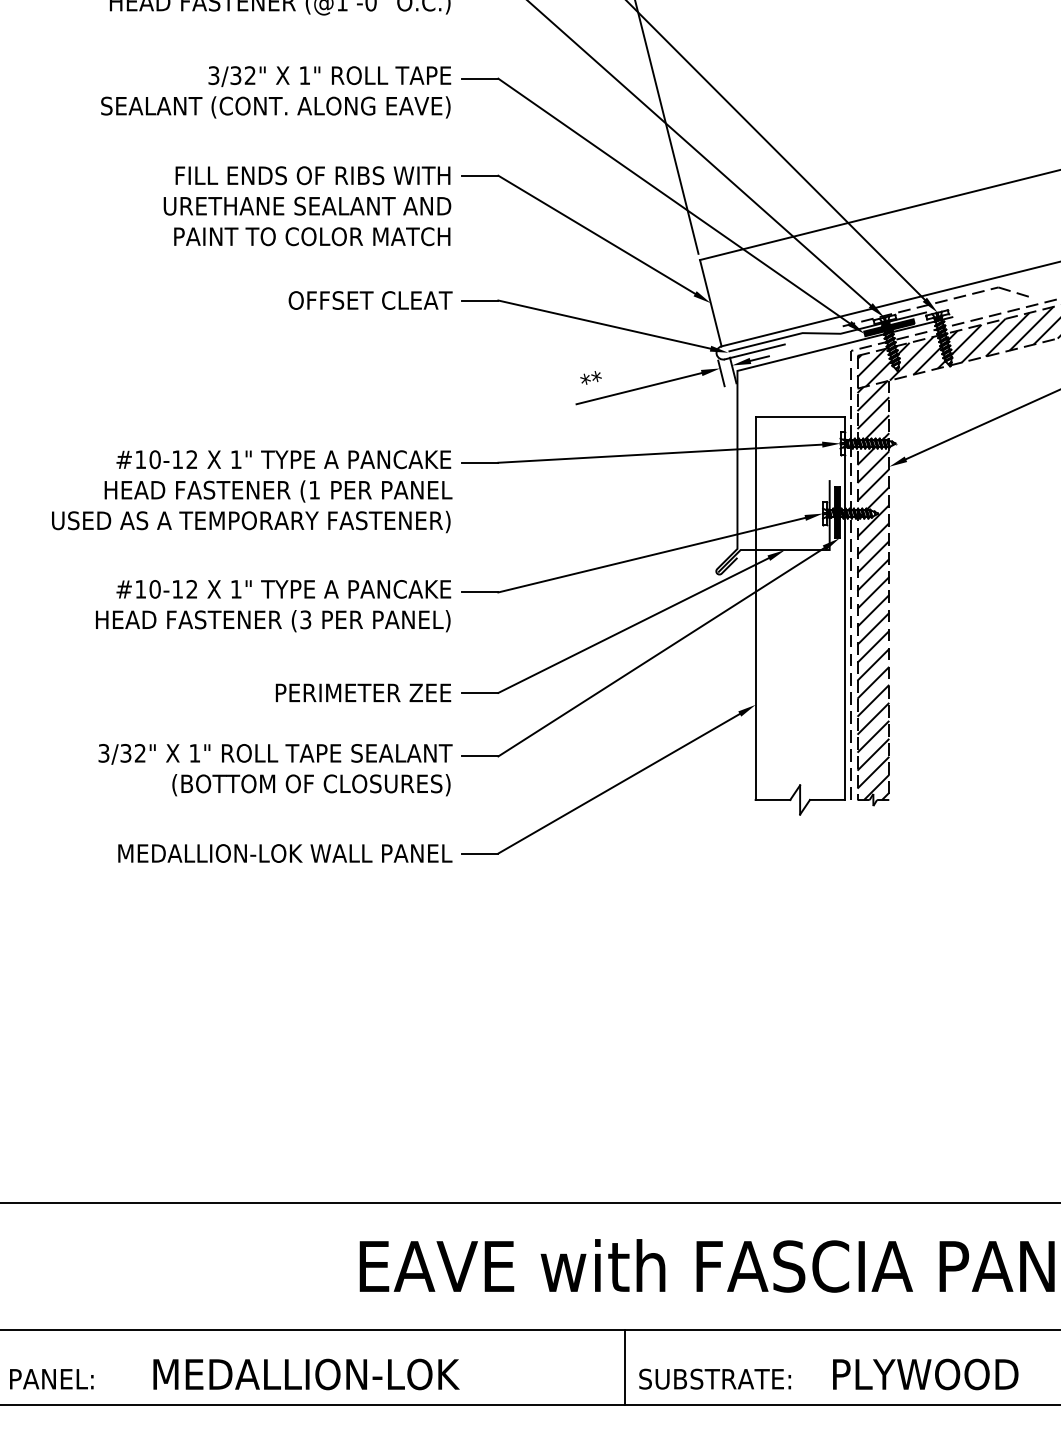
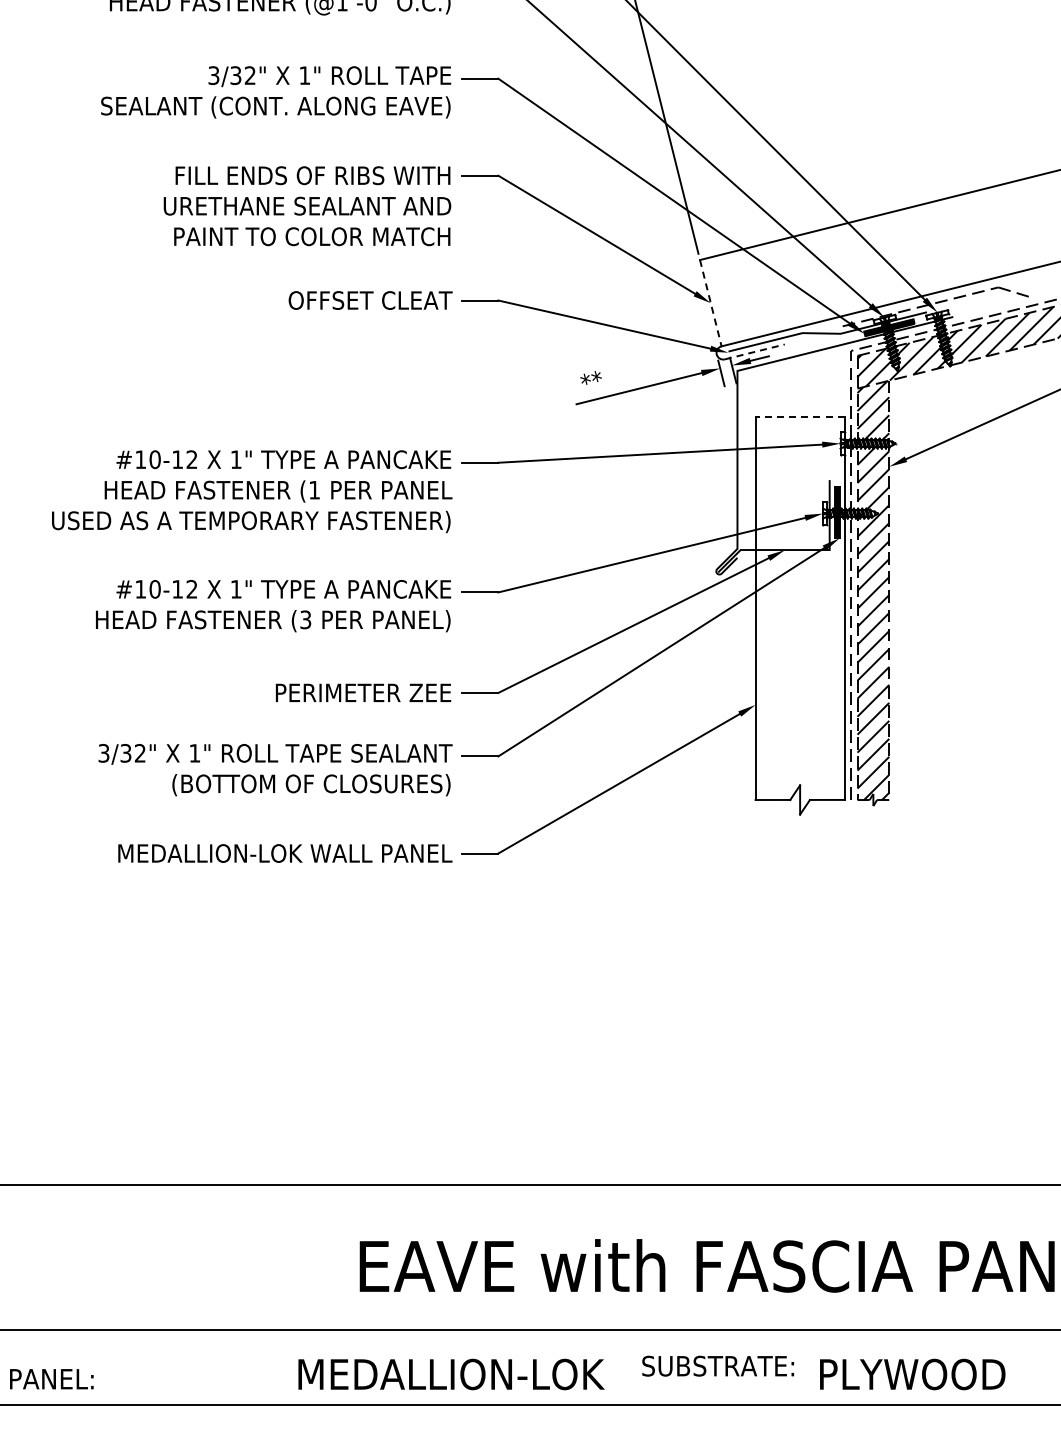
line at (710, 303): solid -> dashed
line at (754, 351): solid -> dashed
line at (799, 416): solid -> dashed
line at (529, 1202) position: (529, 1202) -> (529, 1184)
line at (624, 1367): present -> none
text at (306, 1374) position: (306, 1374) -> (451, 1374)
text at (925, 1374) position: (925, 1374) -> (912, 1374)
text at (714, 1378) position: (714, 1378) -> (717, 1365)
